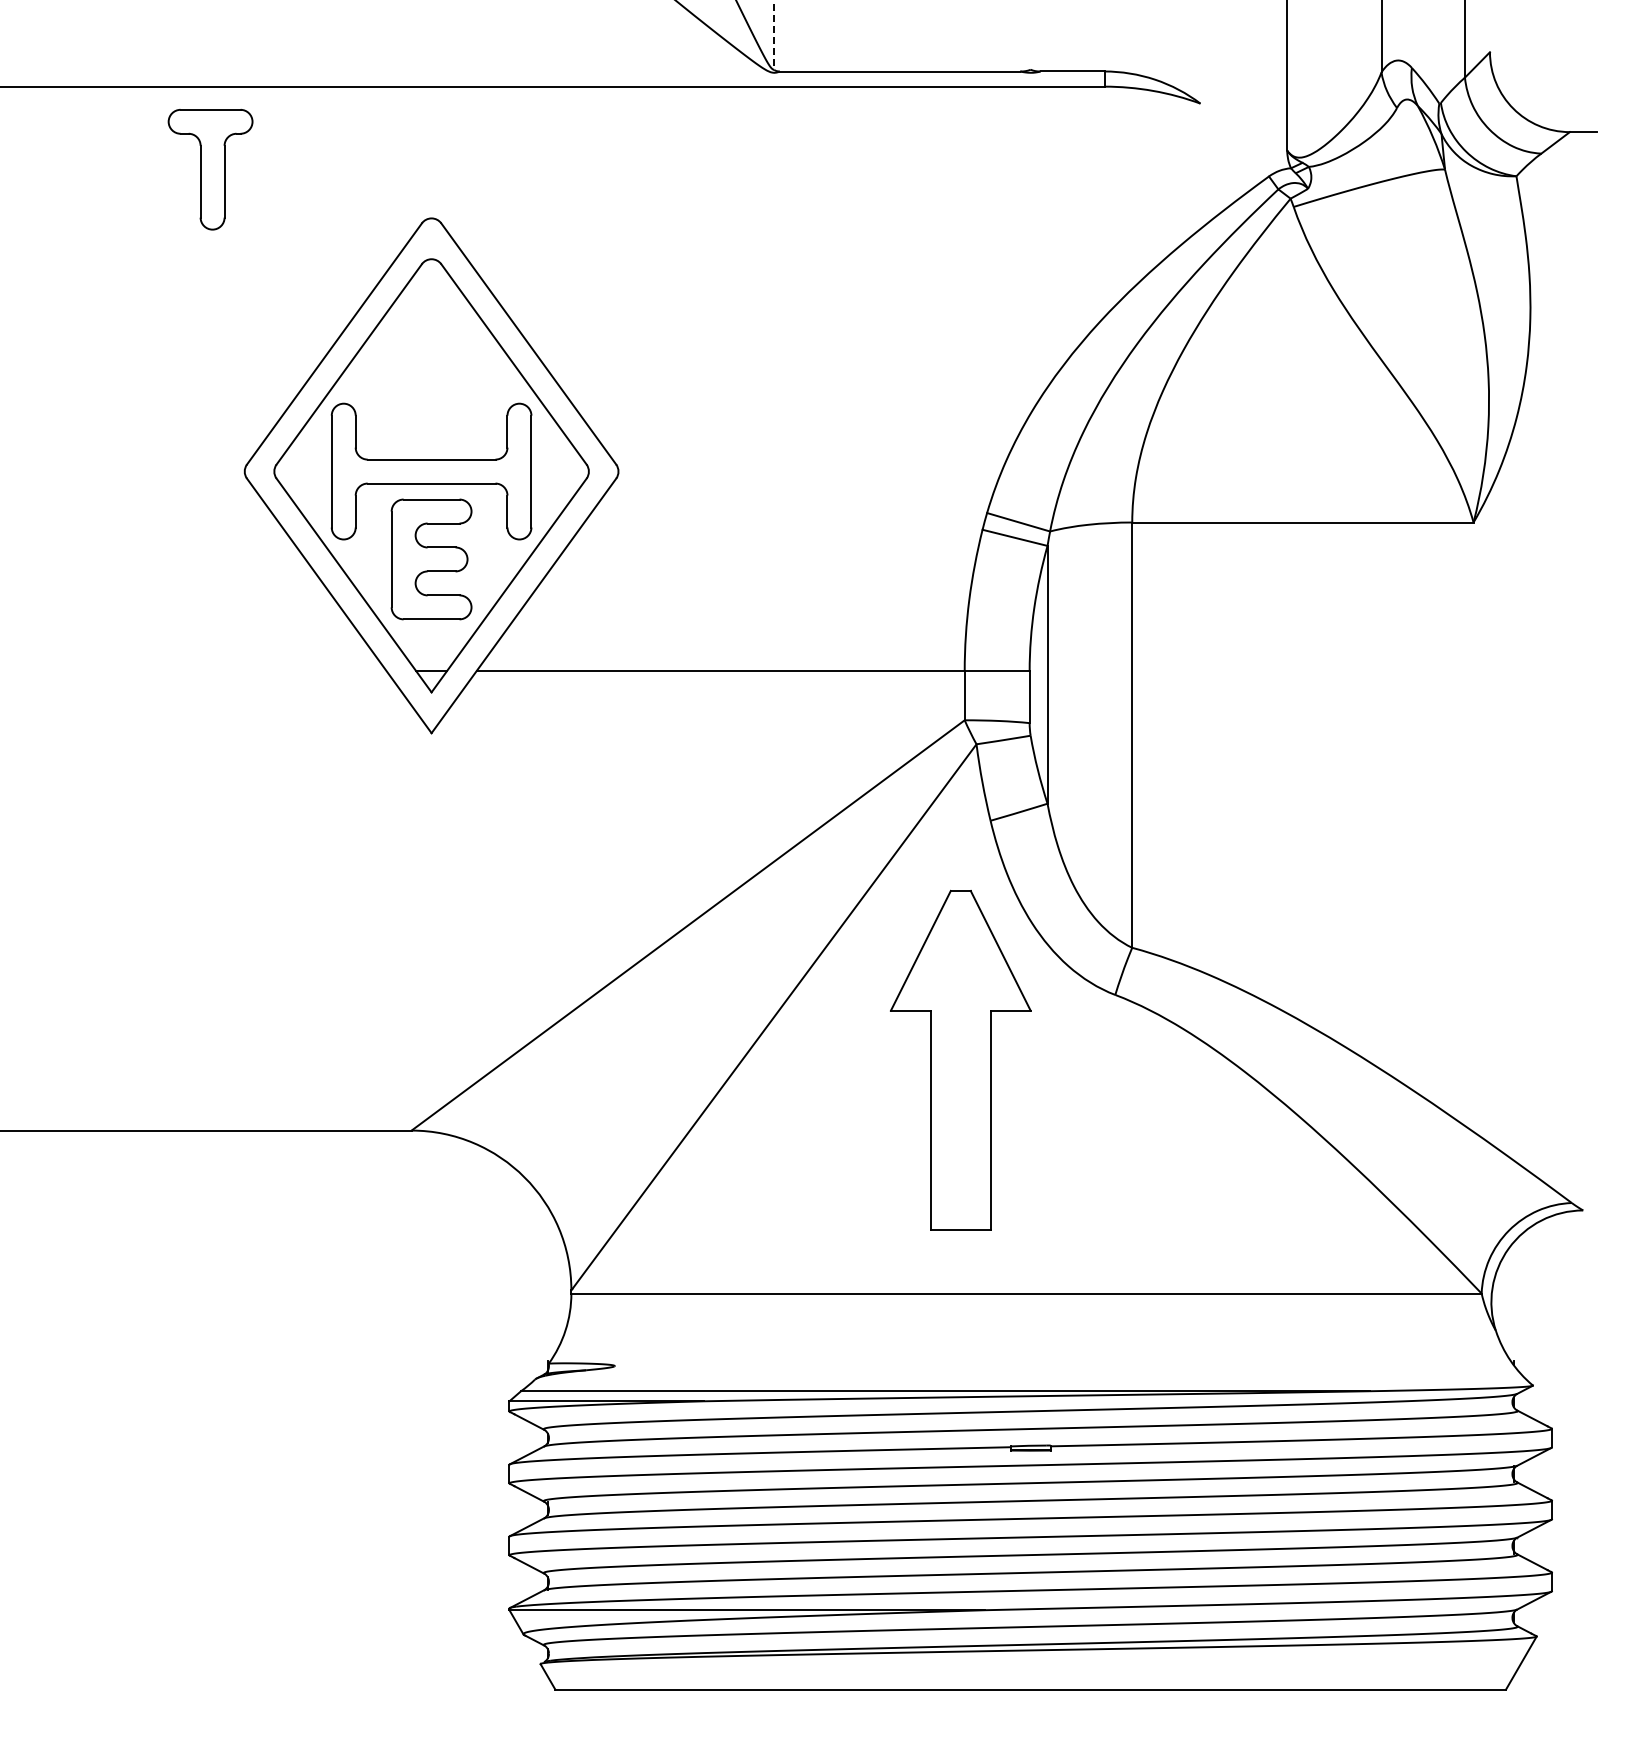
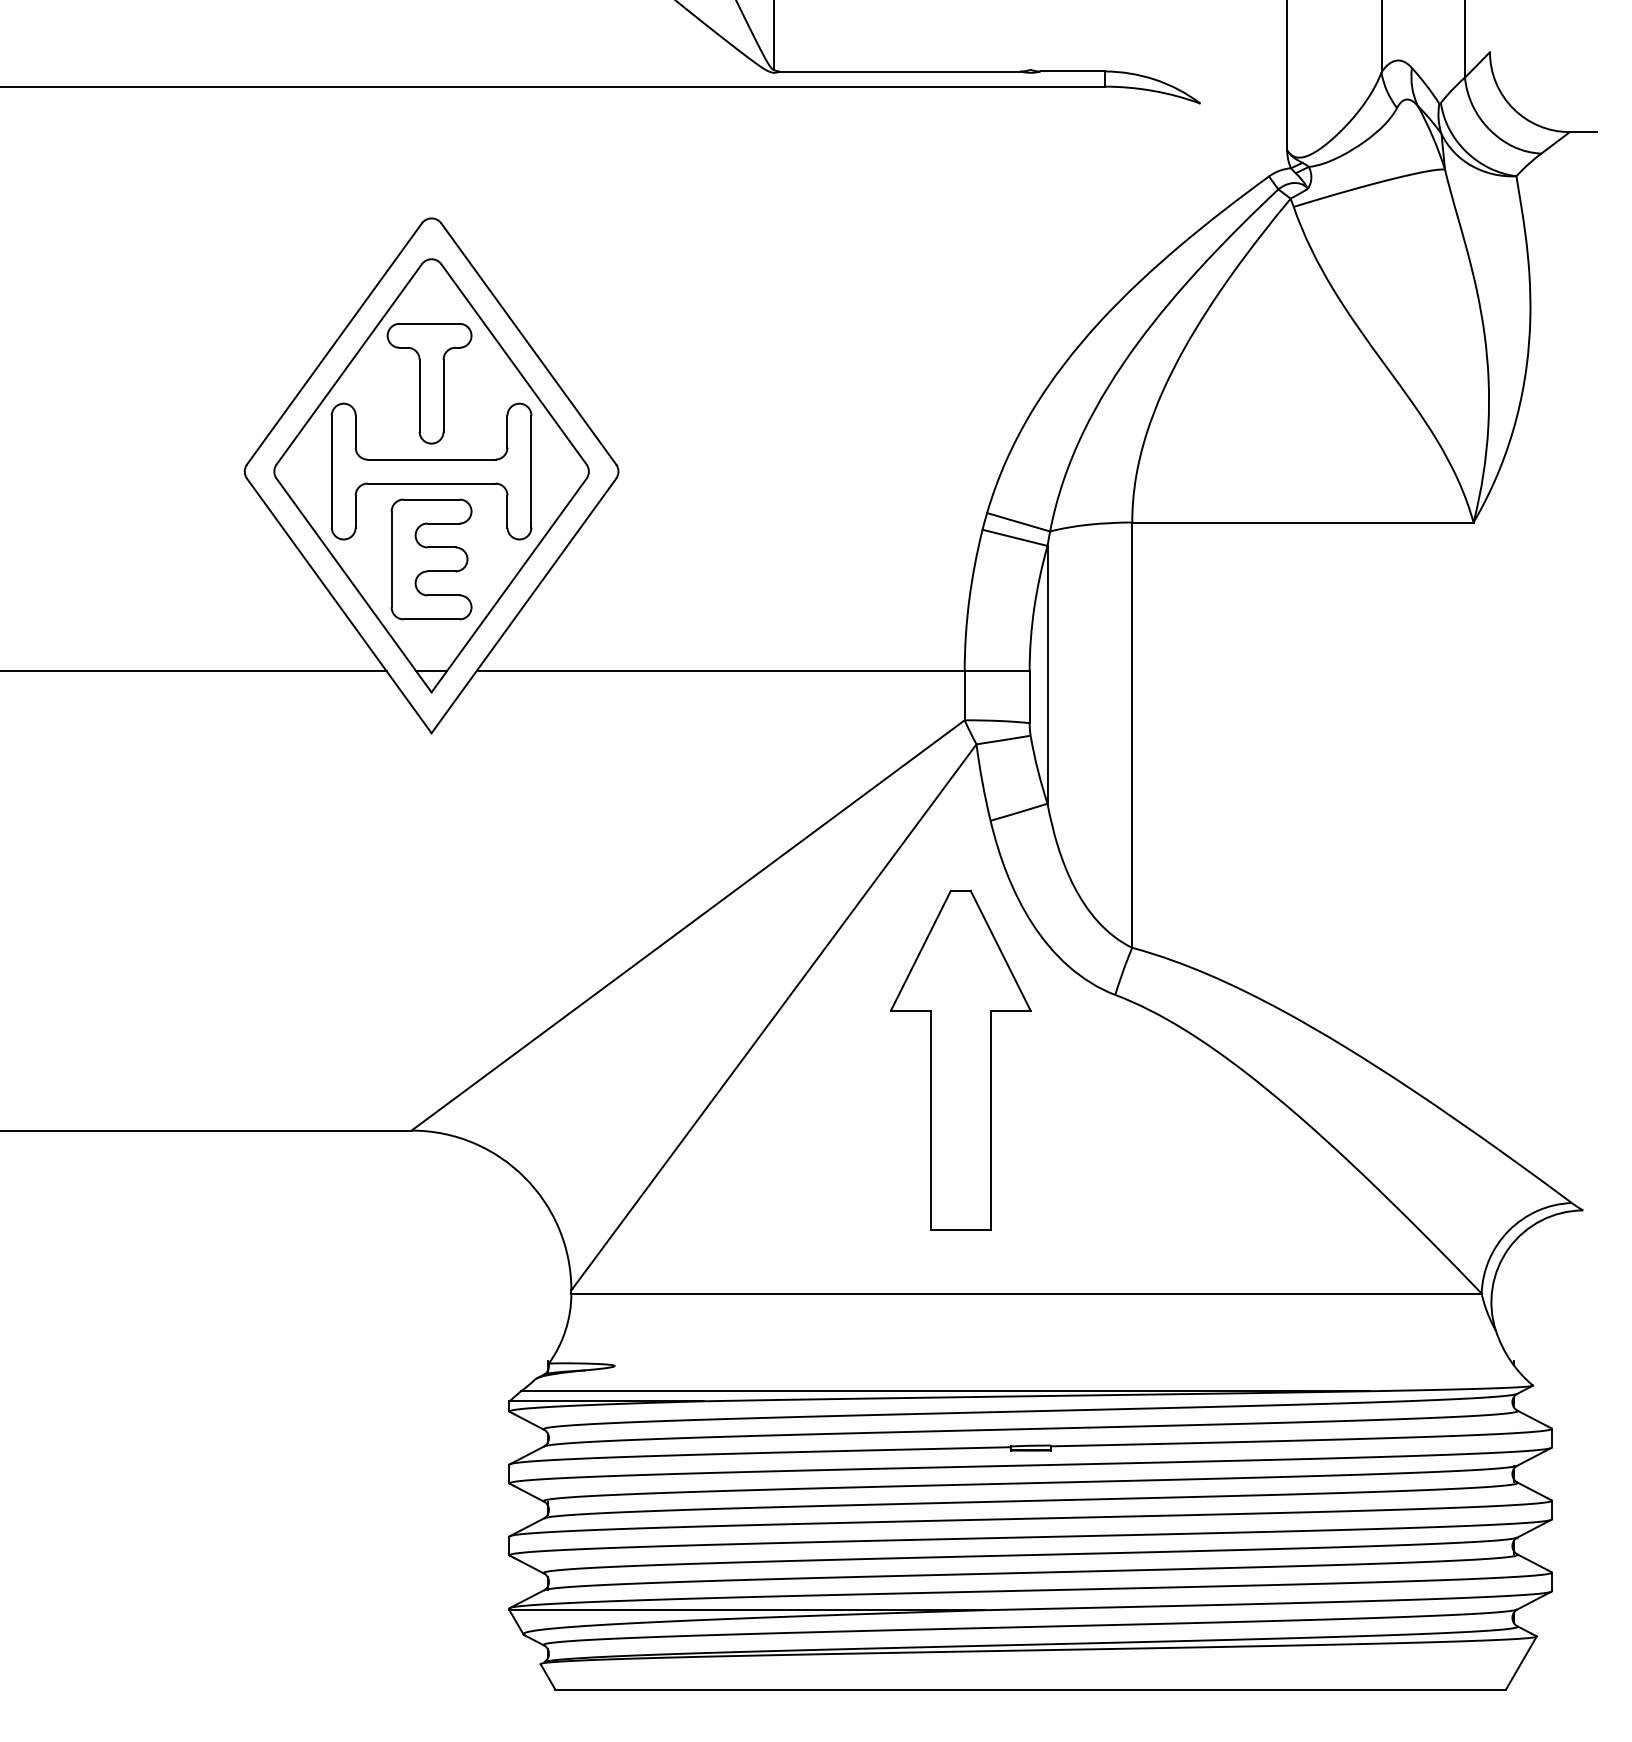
line at (774, 34): dashed -> solid
part at (210, 169) position: (210, 169) -> (429, 383)
line at (194, 671): none -> present
